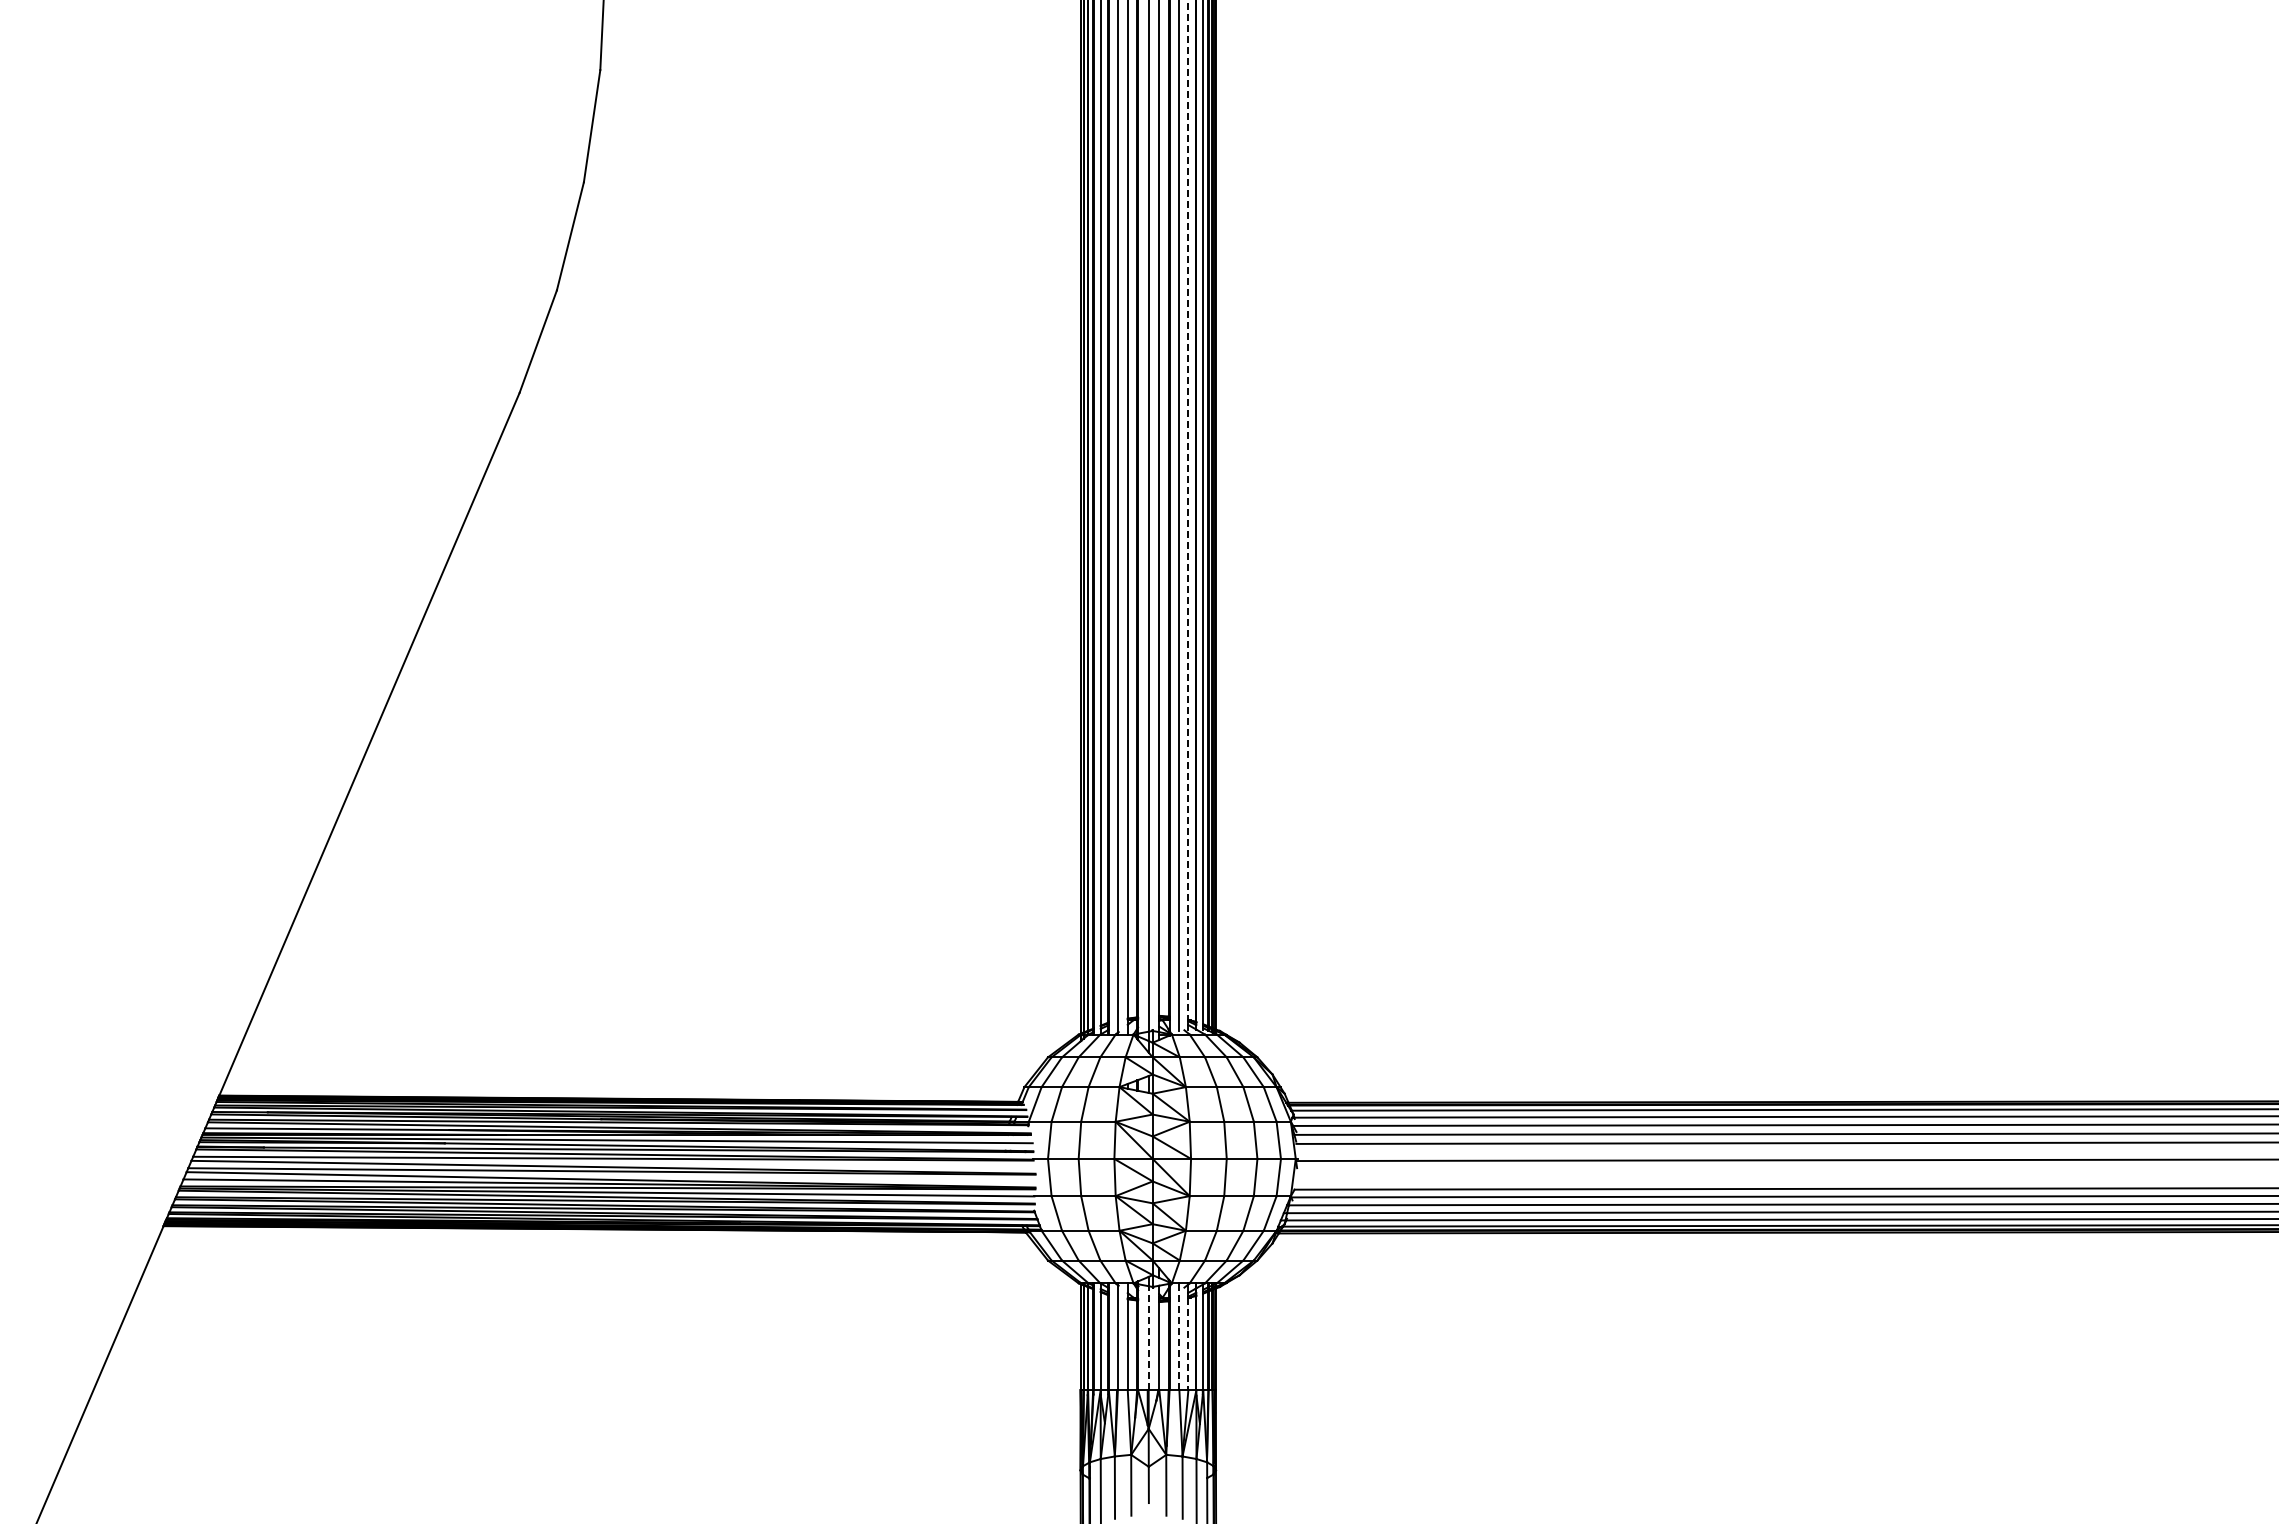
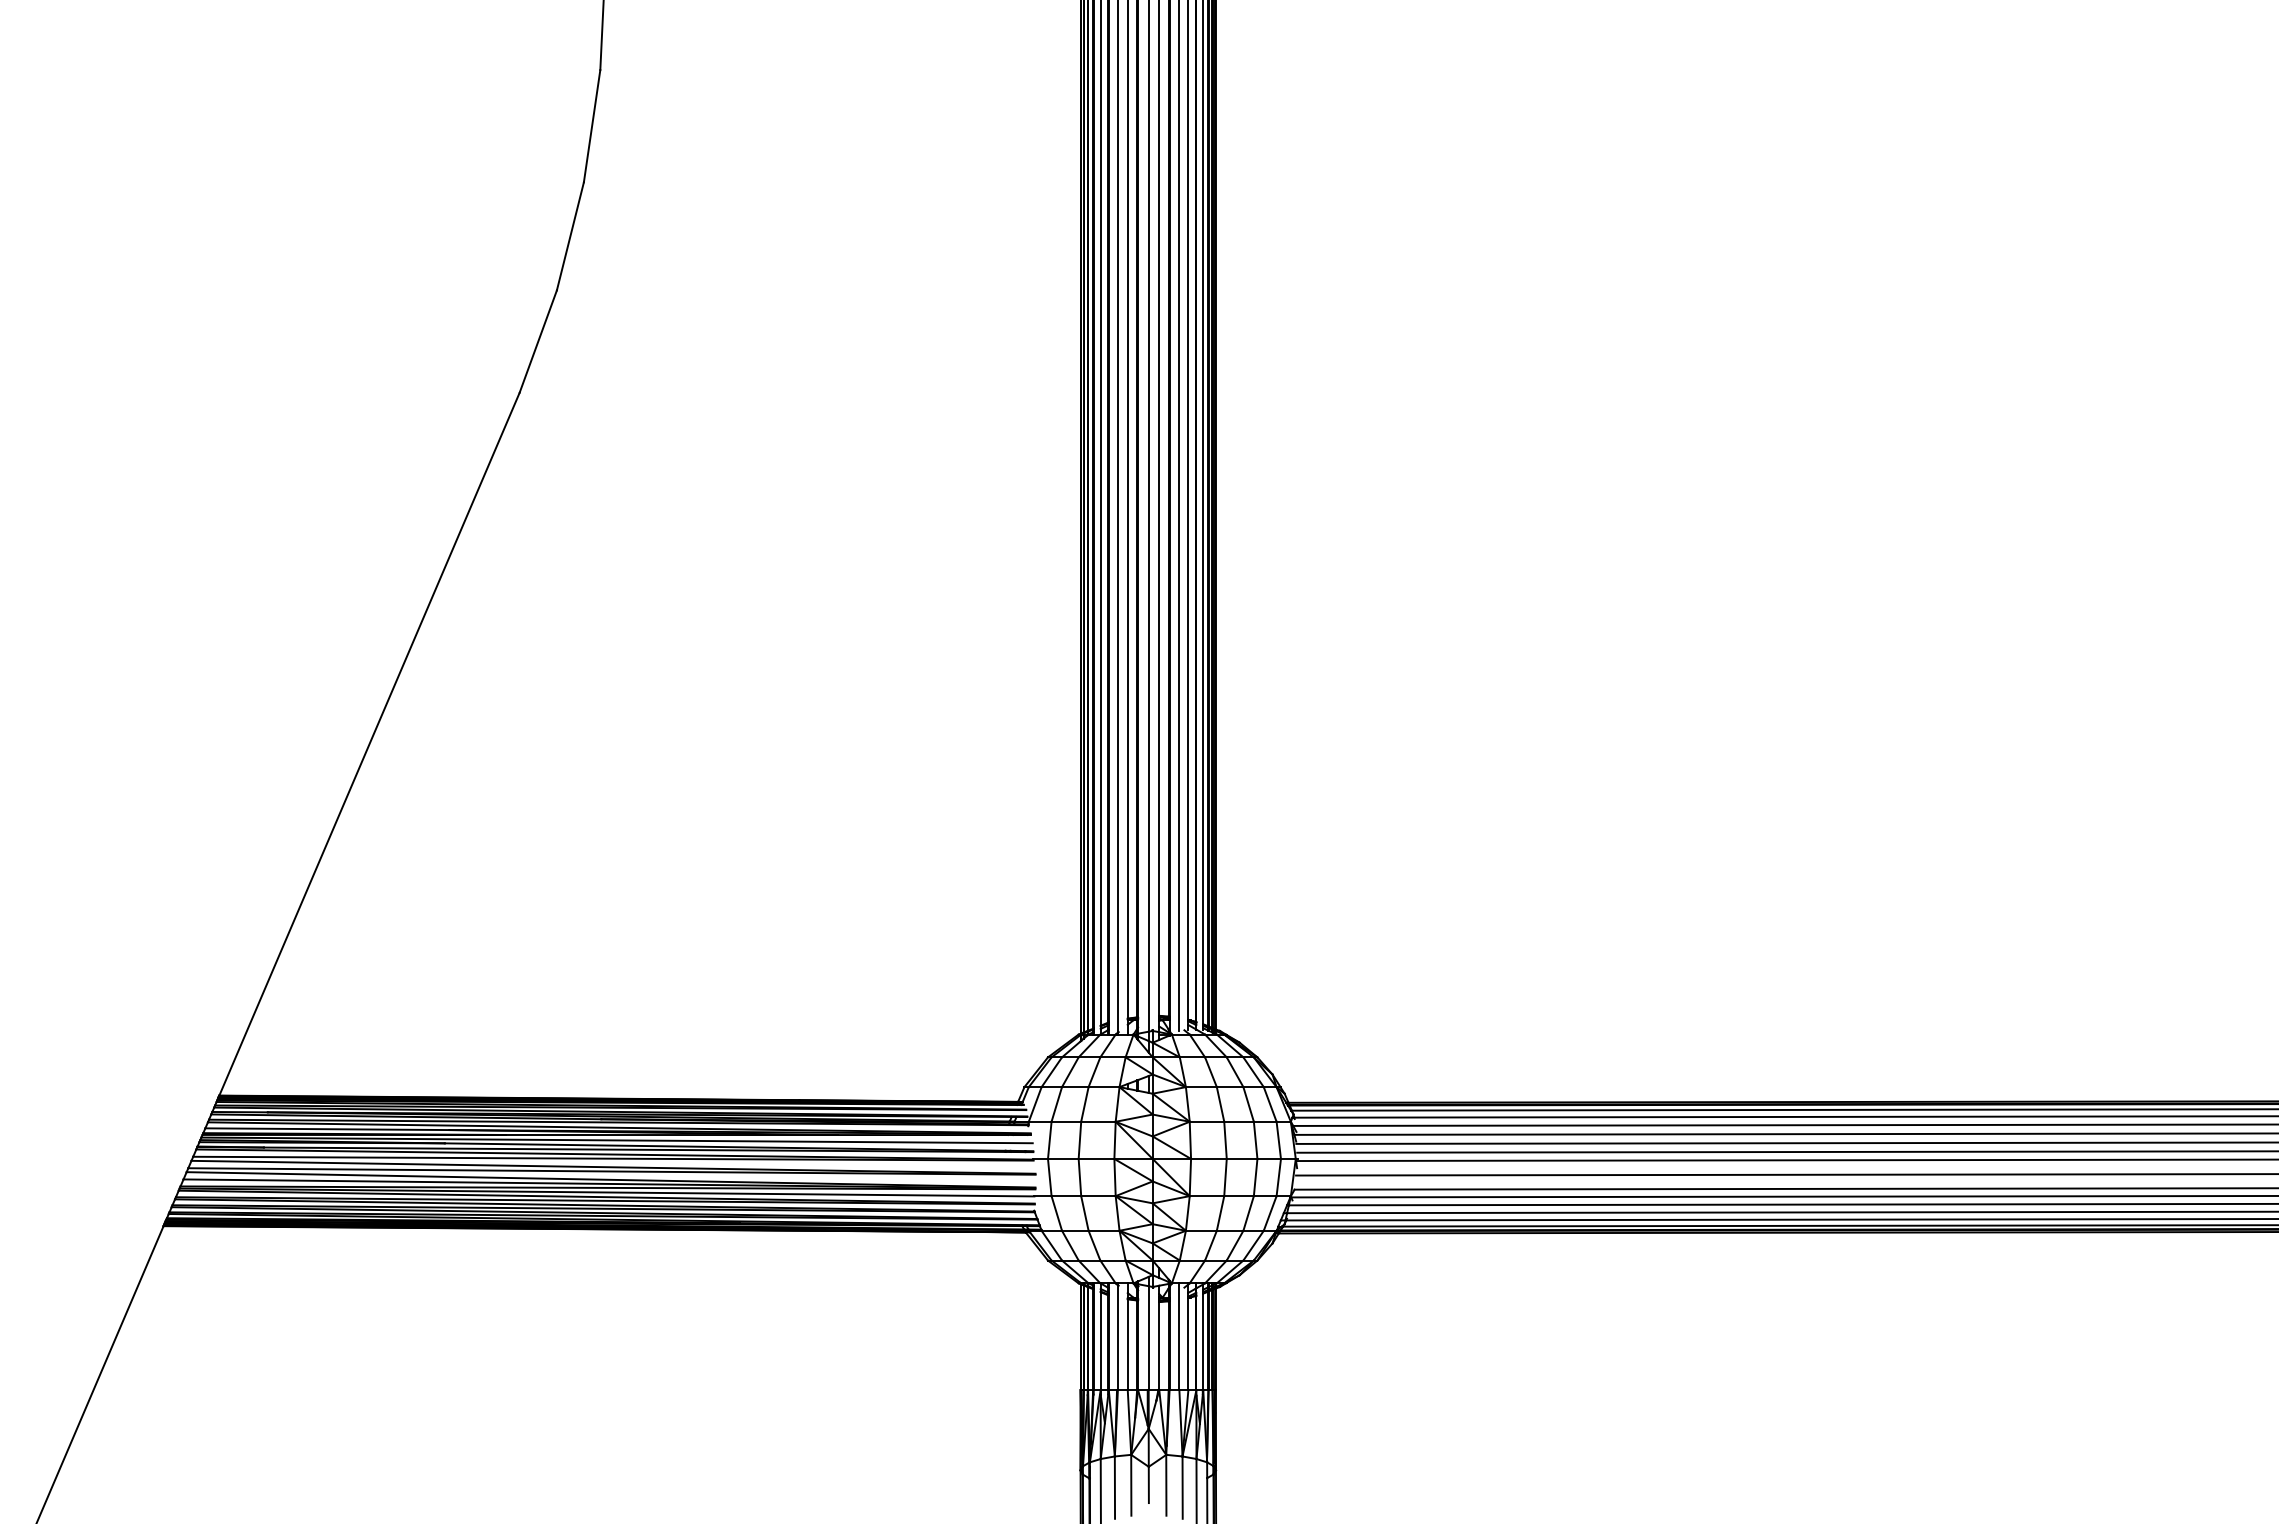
line at (1188, 510): dashed -> solid
line at (1786, 1151): none -> present
line at (1785, 1174): none -> present
line at (1179, 1336): dashed -> solid
line at (1148, 1338): dashed -> solid
line at (1188, 1344): dashed -> solid
